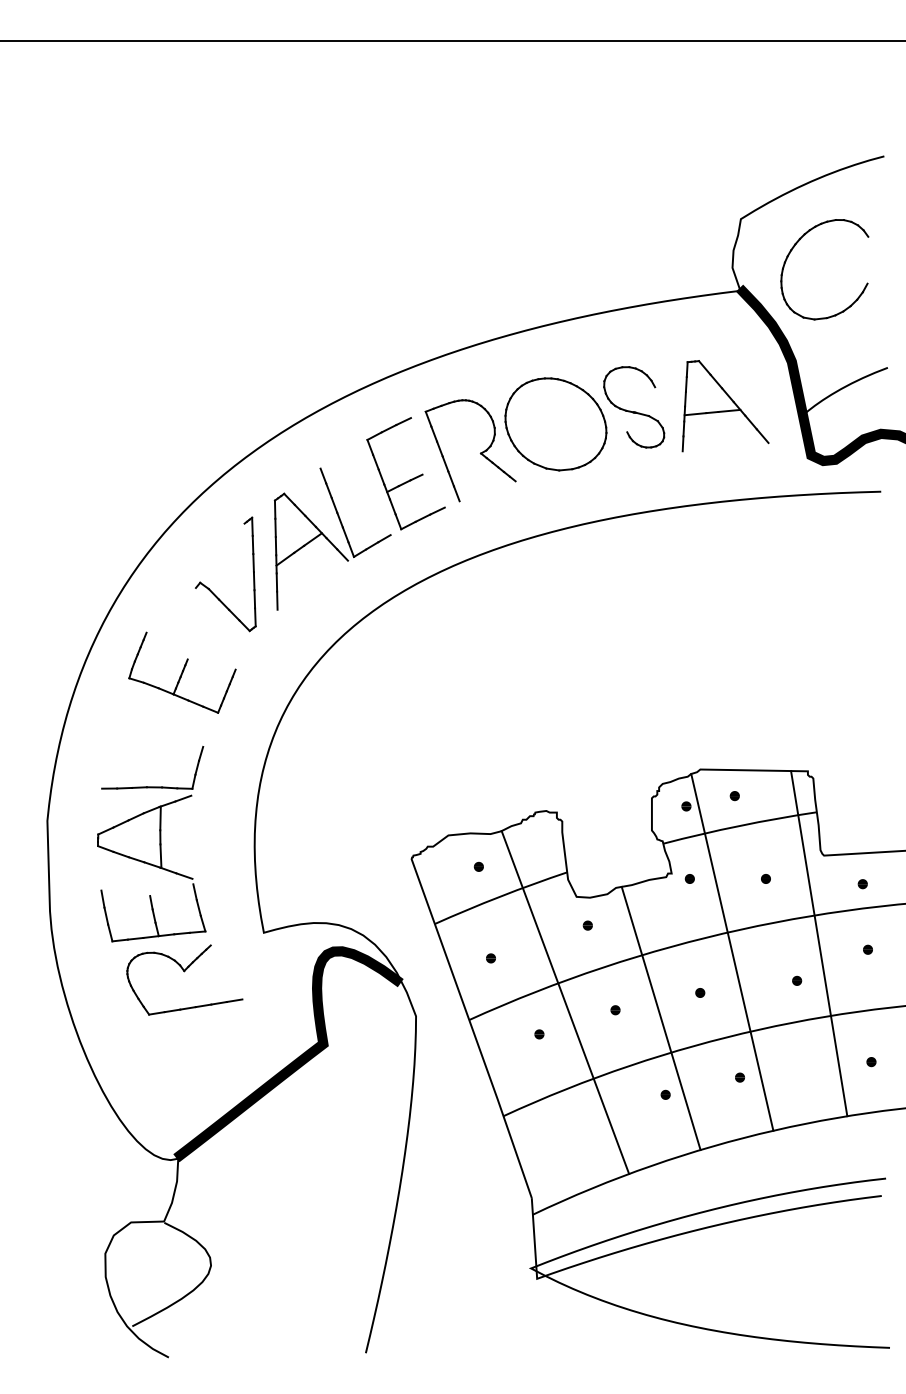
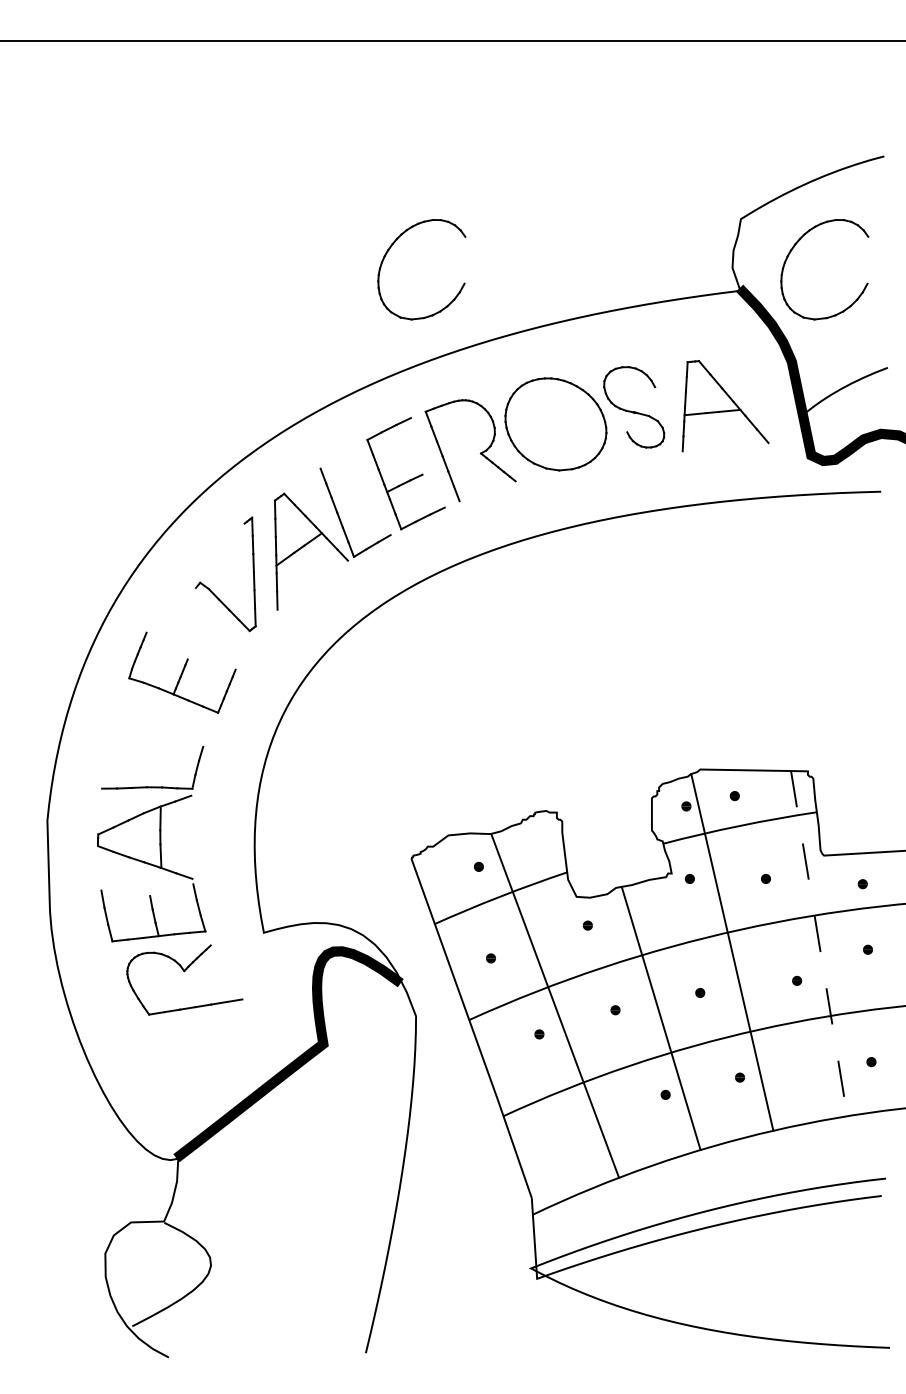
part at (391, 247): none -> present
line at (819, 943): solid -> dashed
line at (565, 1002) position: (565, 1002) -> (555, 1006)
